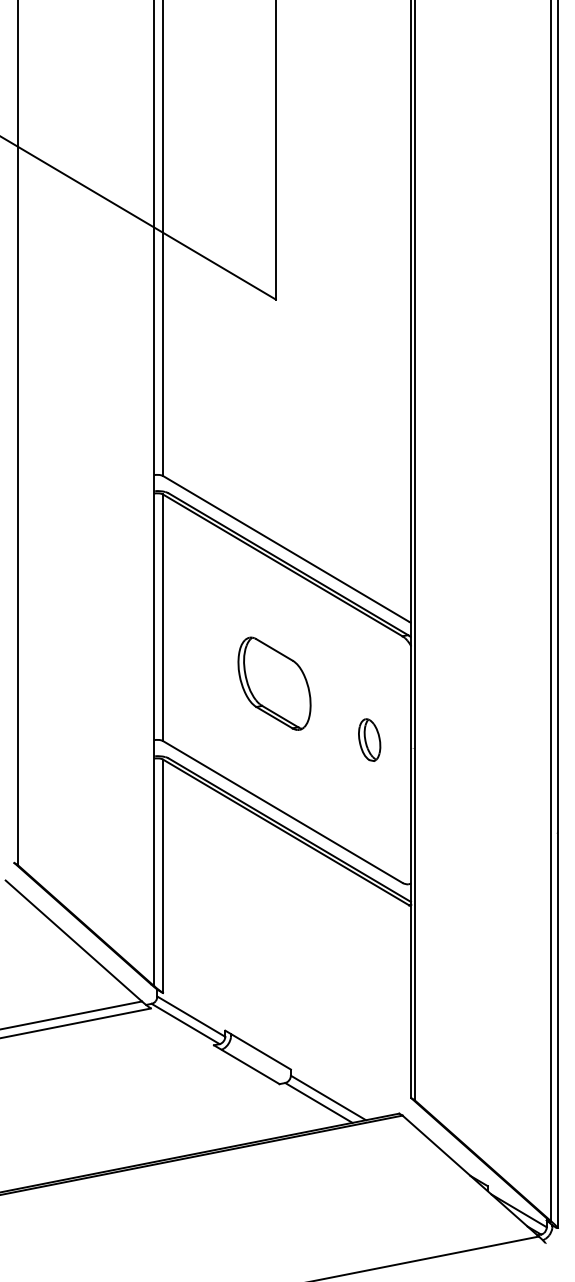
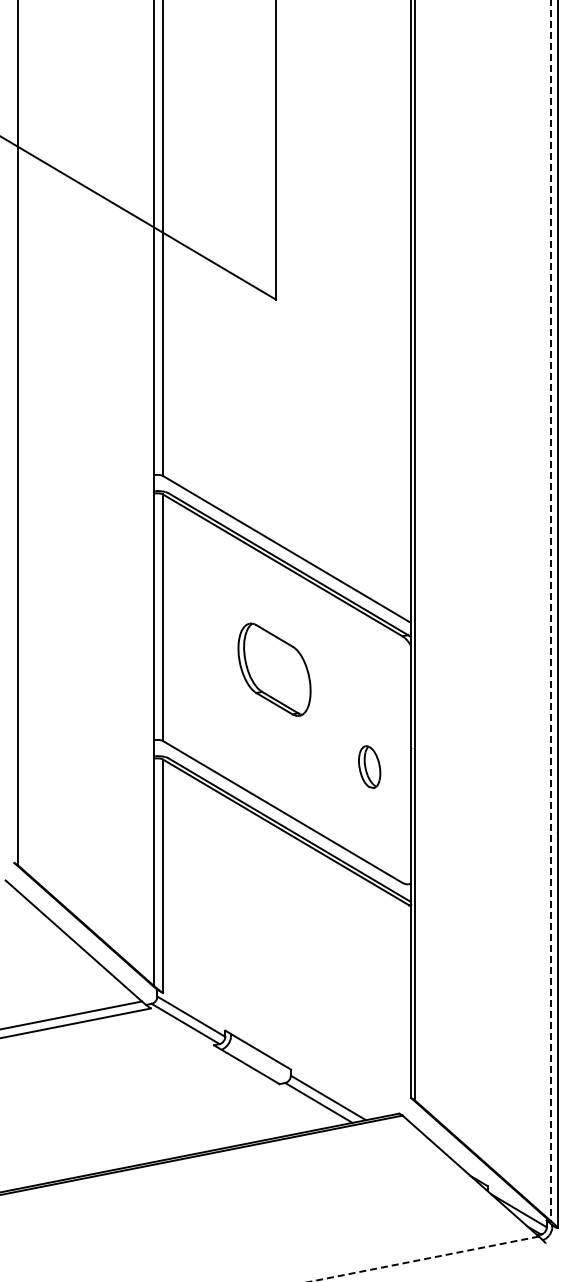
line at (550, 611): solid -> dashed
part at (274, 683) position: (274, 683) -> (274, 669)
part at (369, 739) position: (369, 739) -> (369, 766)
line at (424, 1259): solid -> dashed
